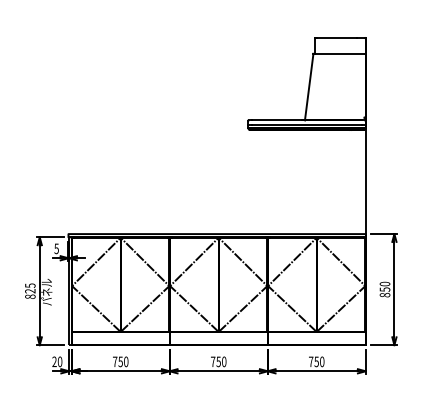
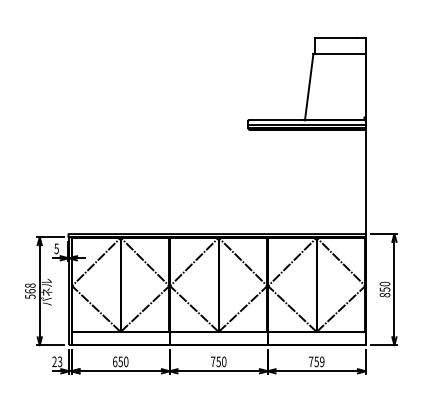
text at (30, 291): 825 -> 568
text at (59, 361): 20 -> 23
text at (115, 361): 750 -> 650
text at (322, 361): 750 -> 759
